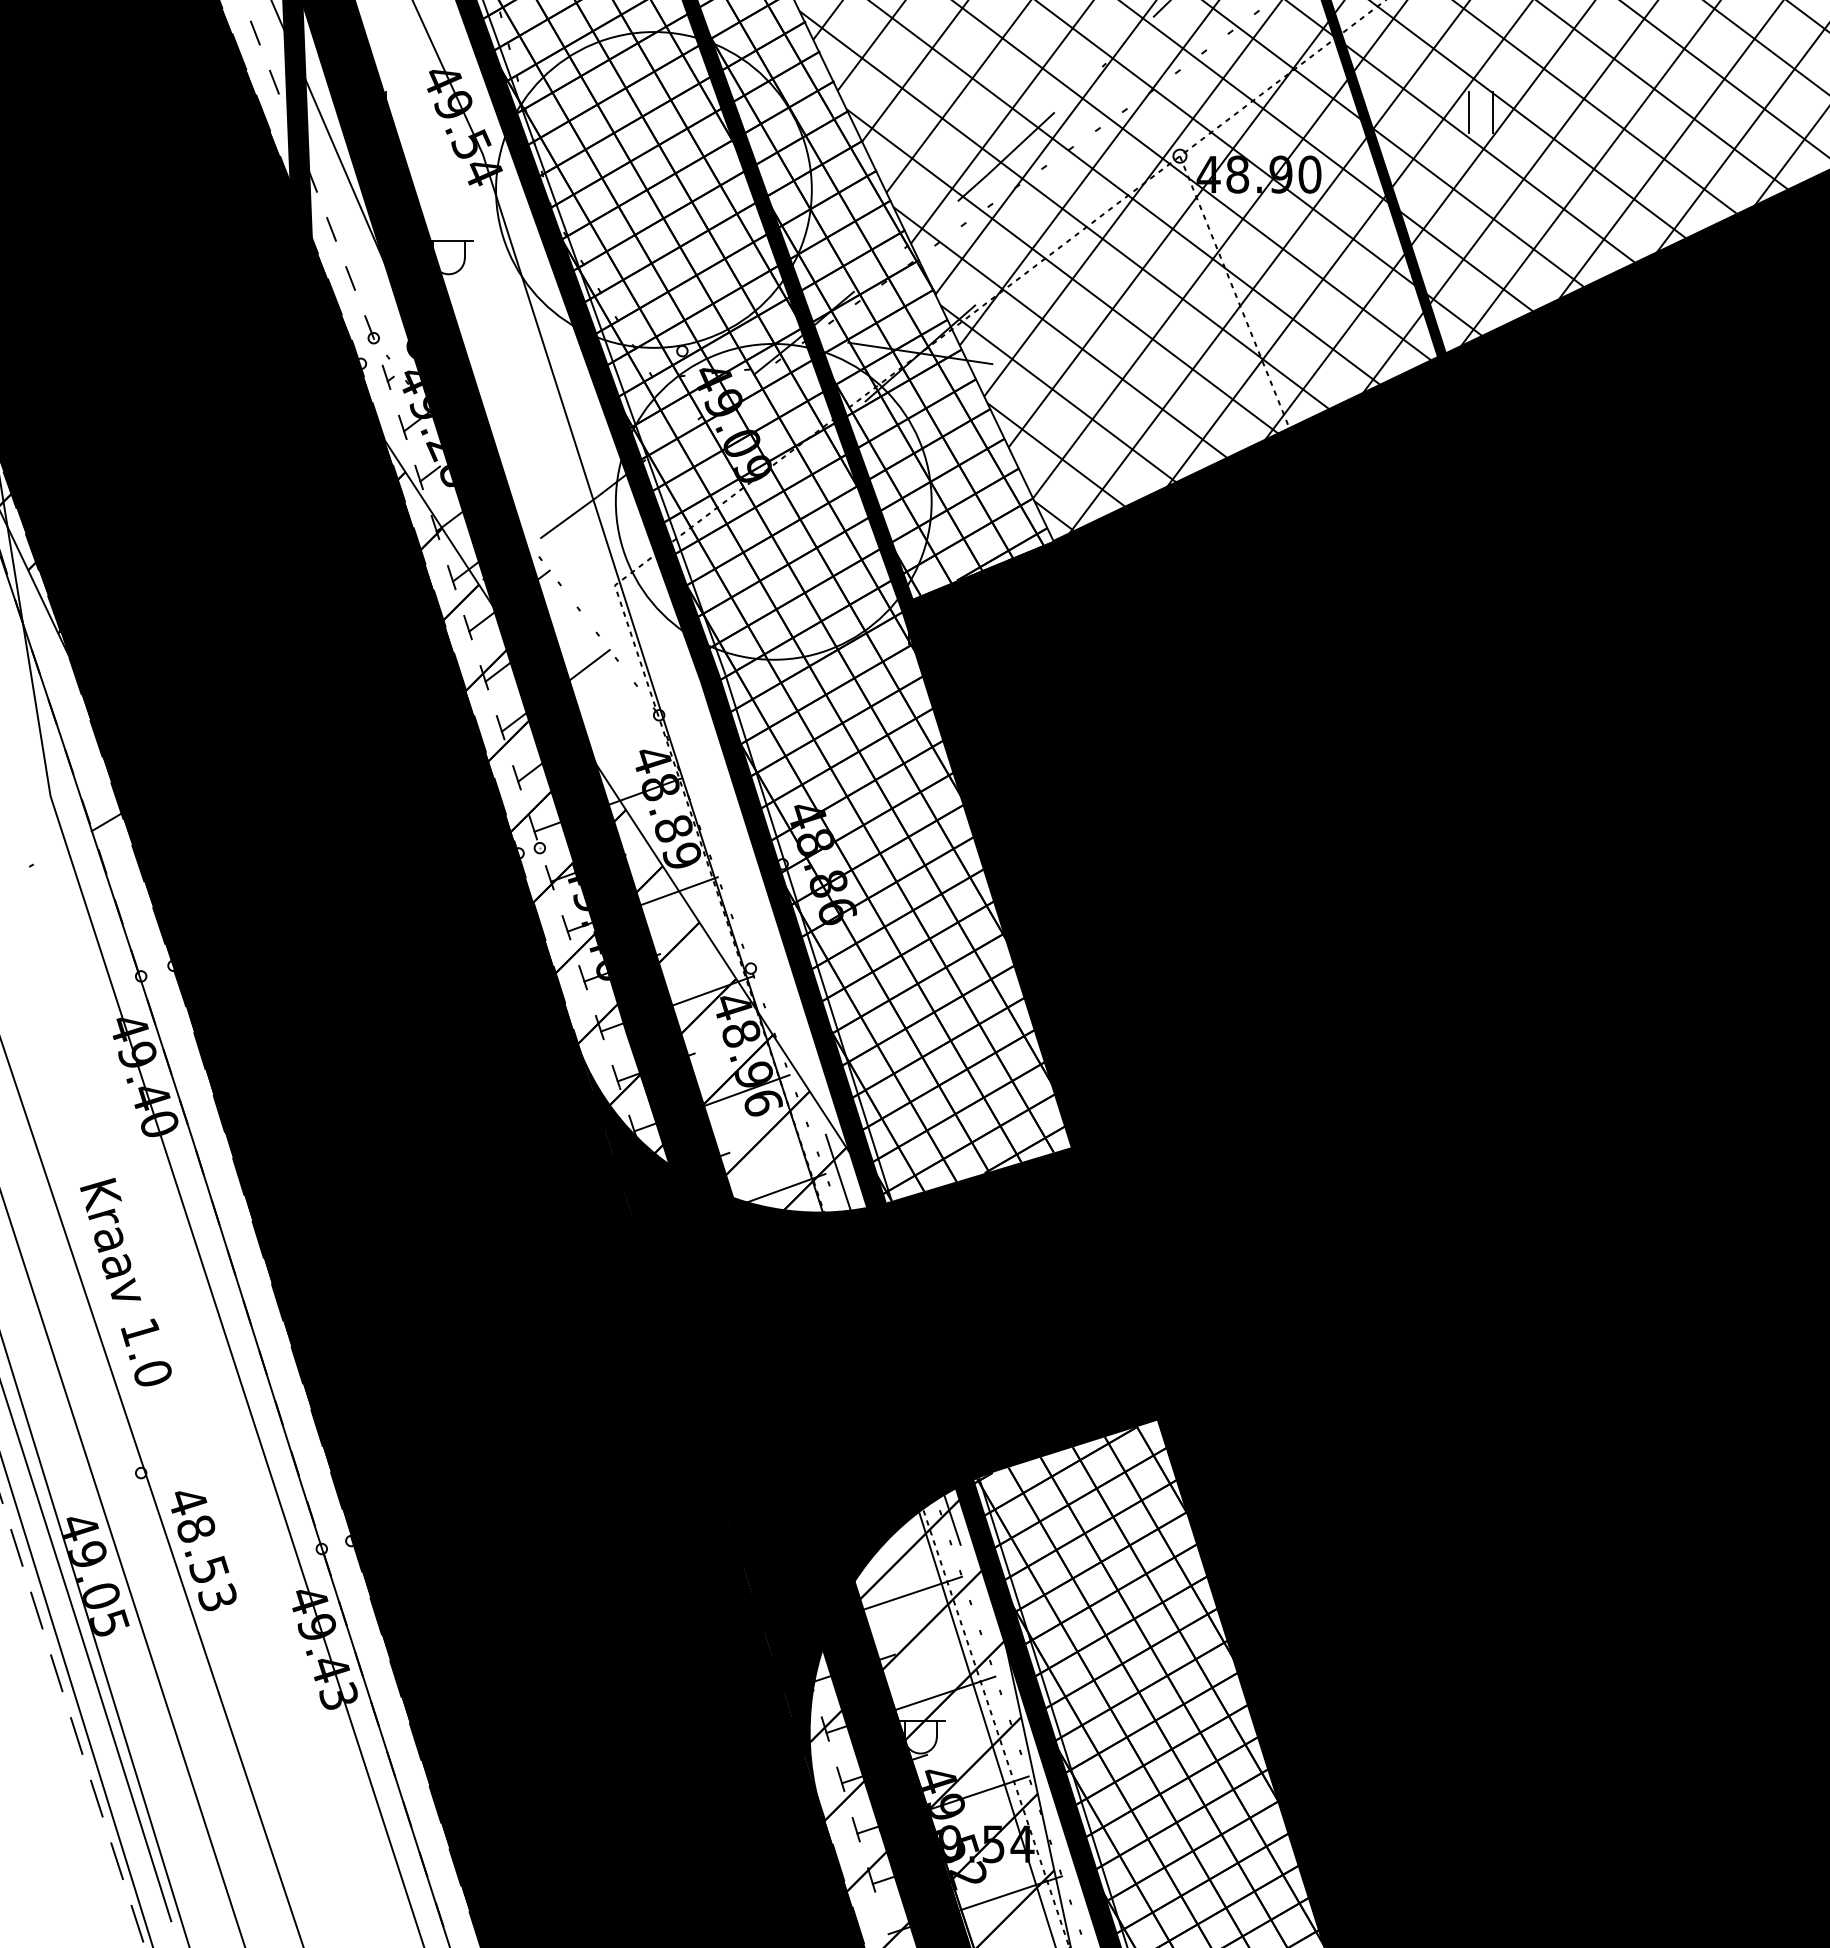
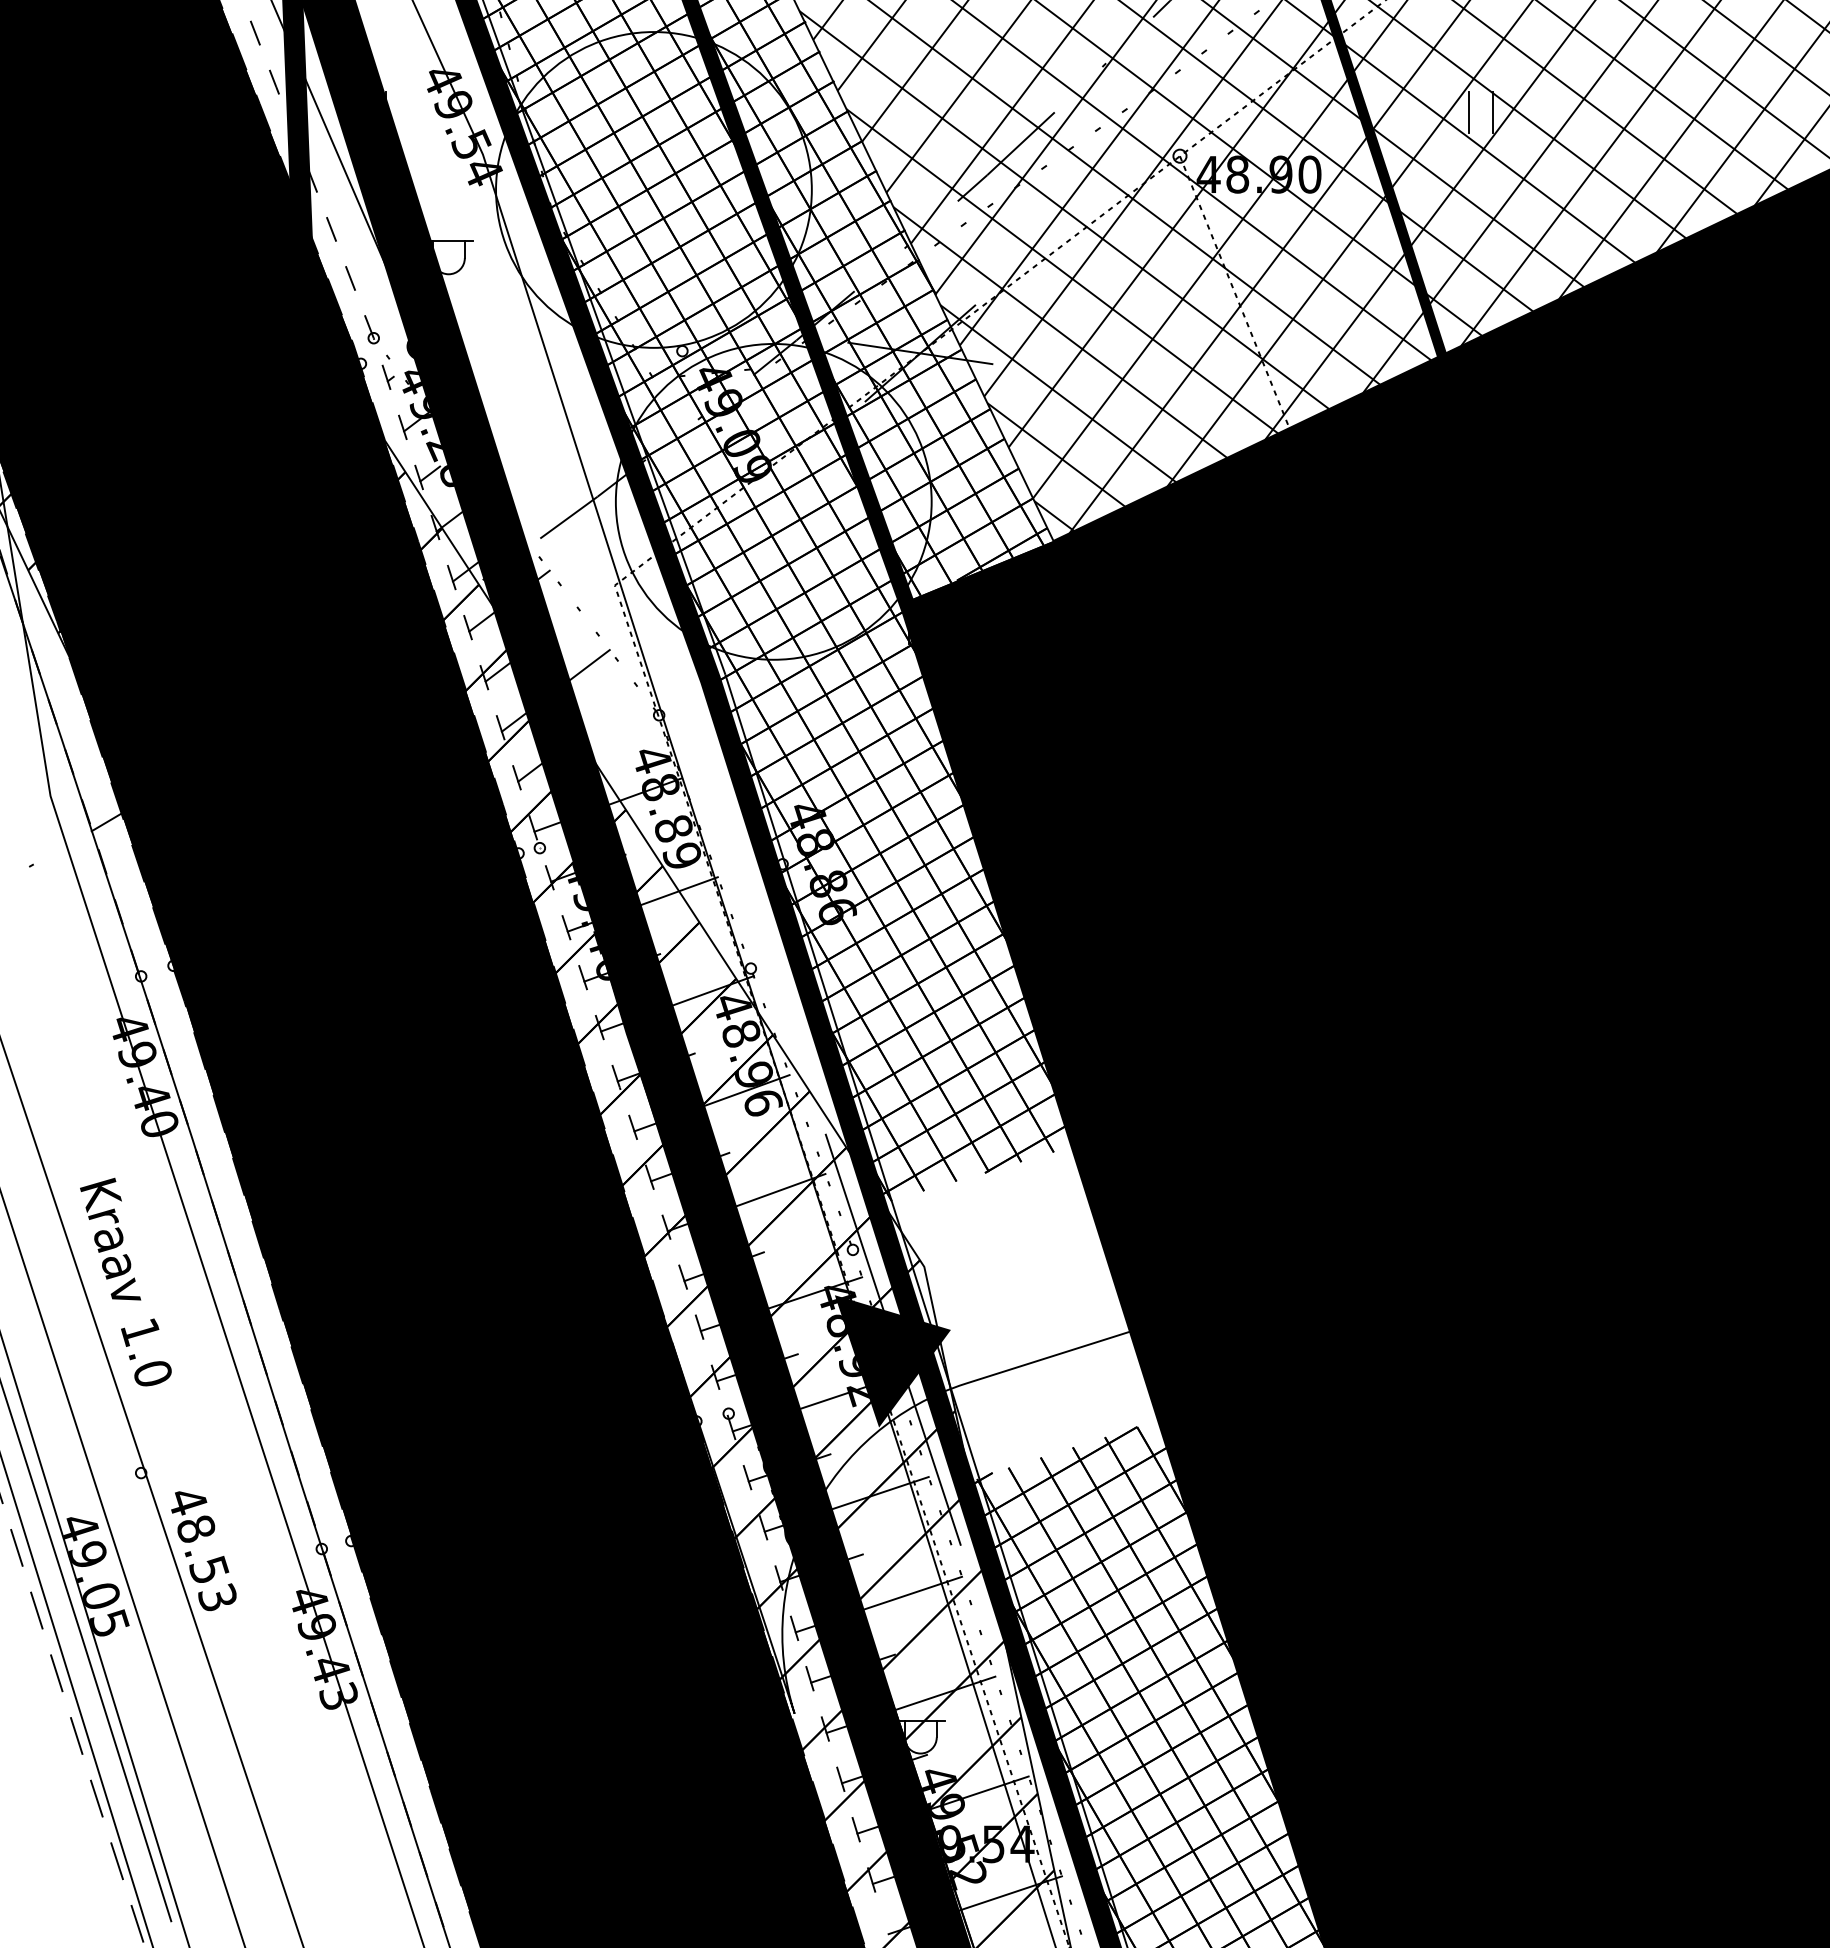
fill at (870, 1420): present -> none
